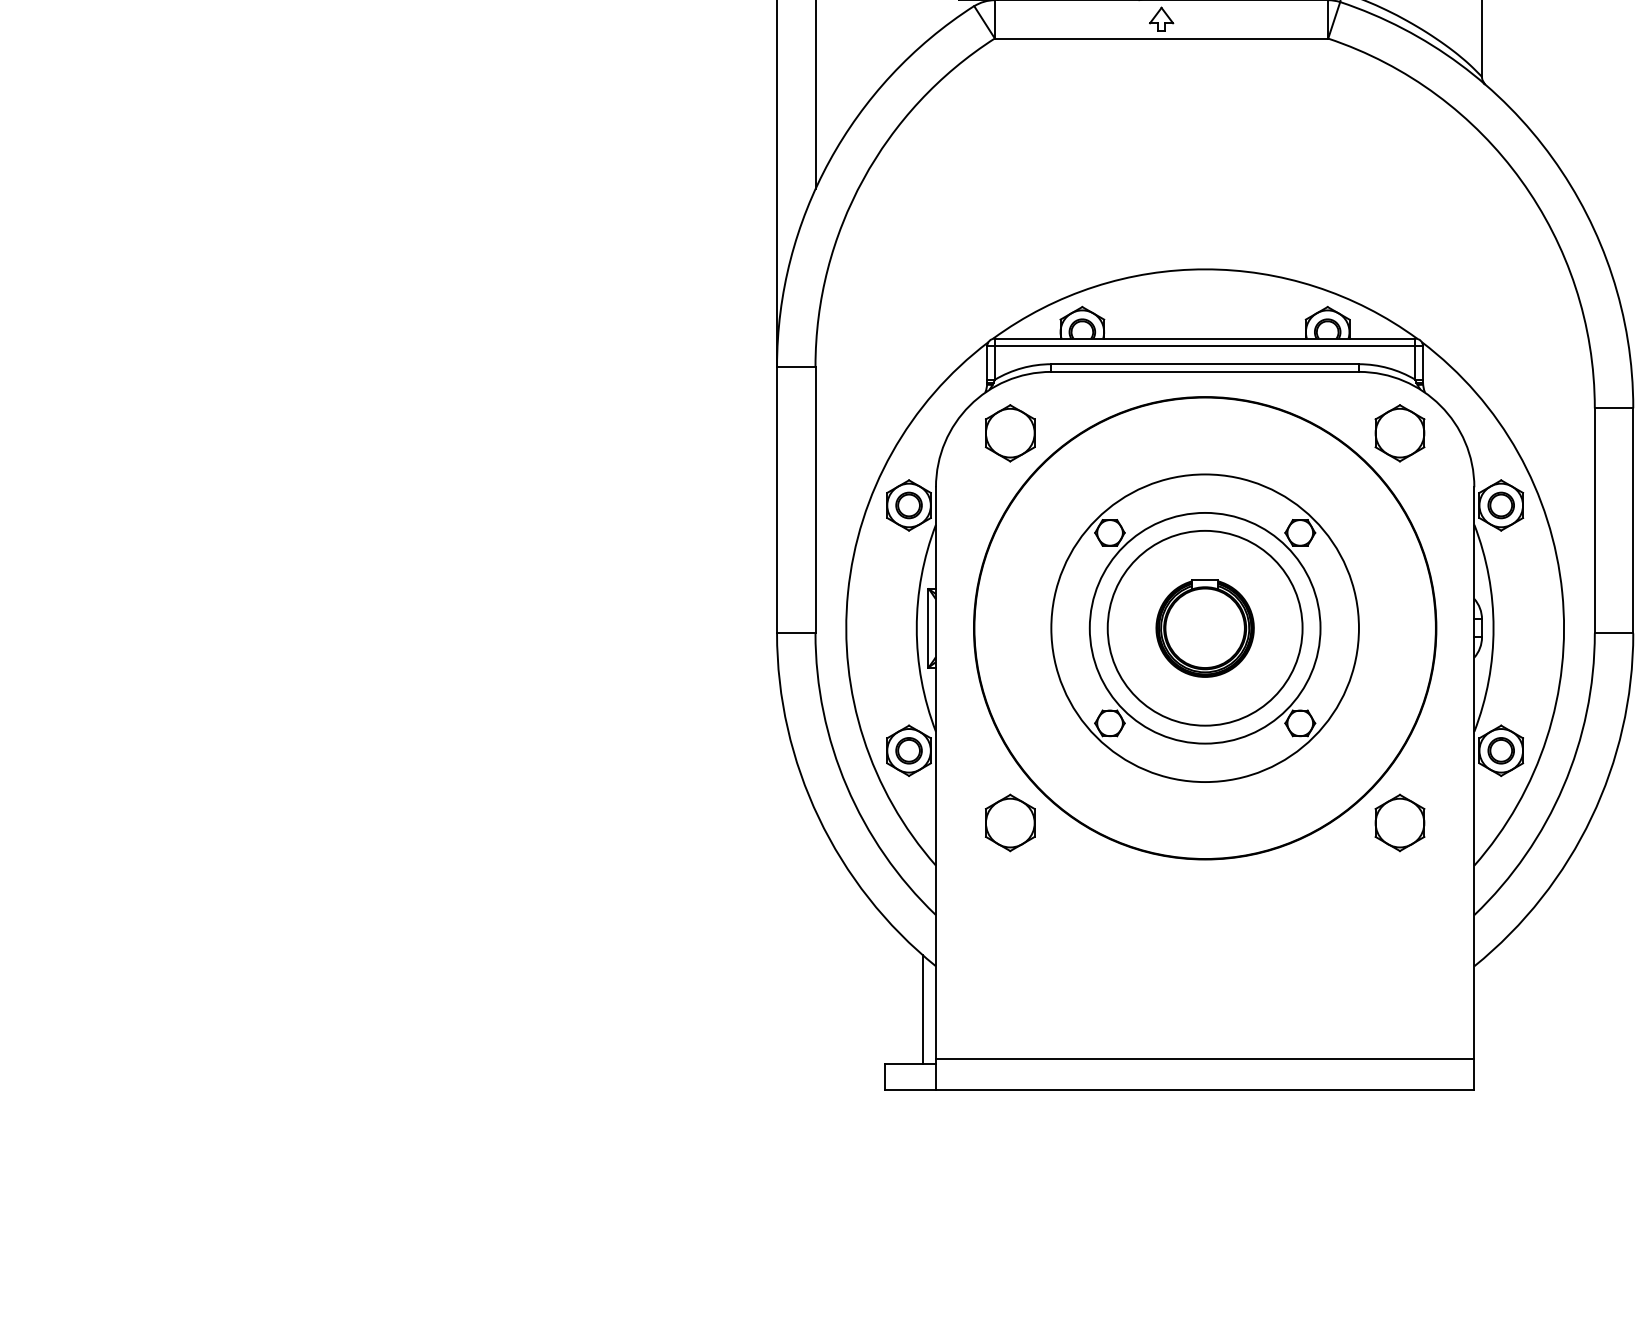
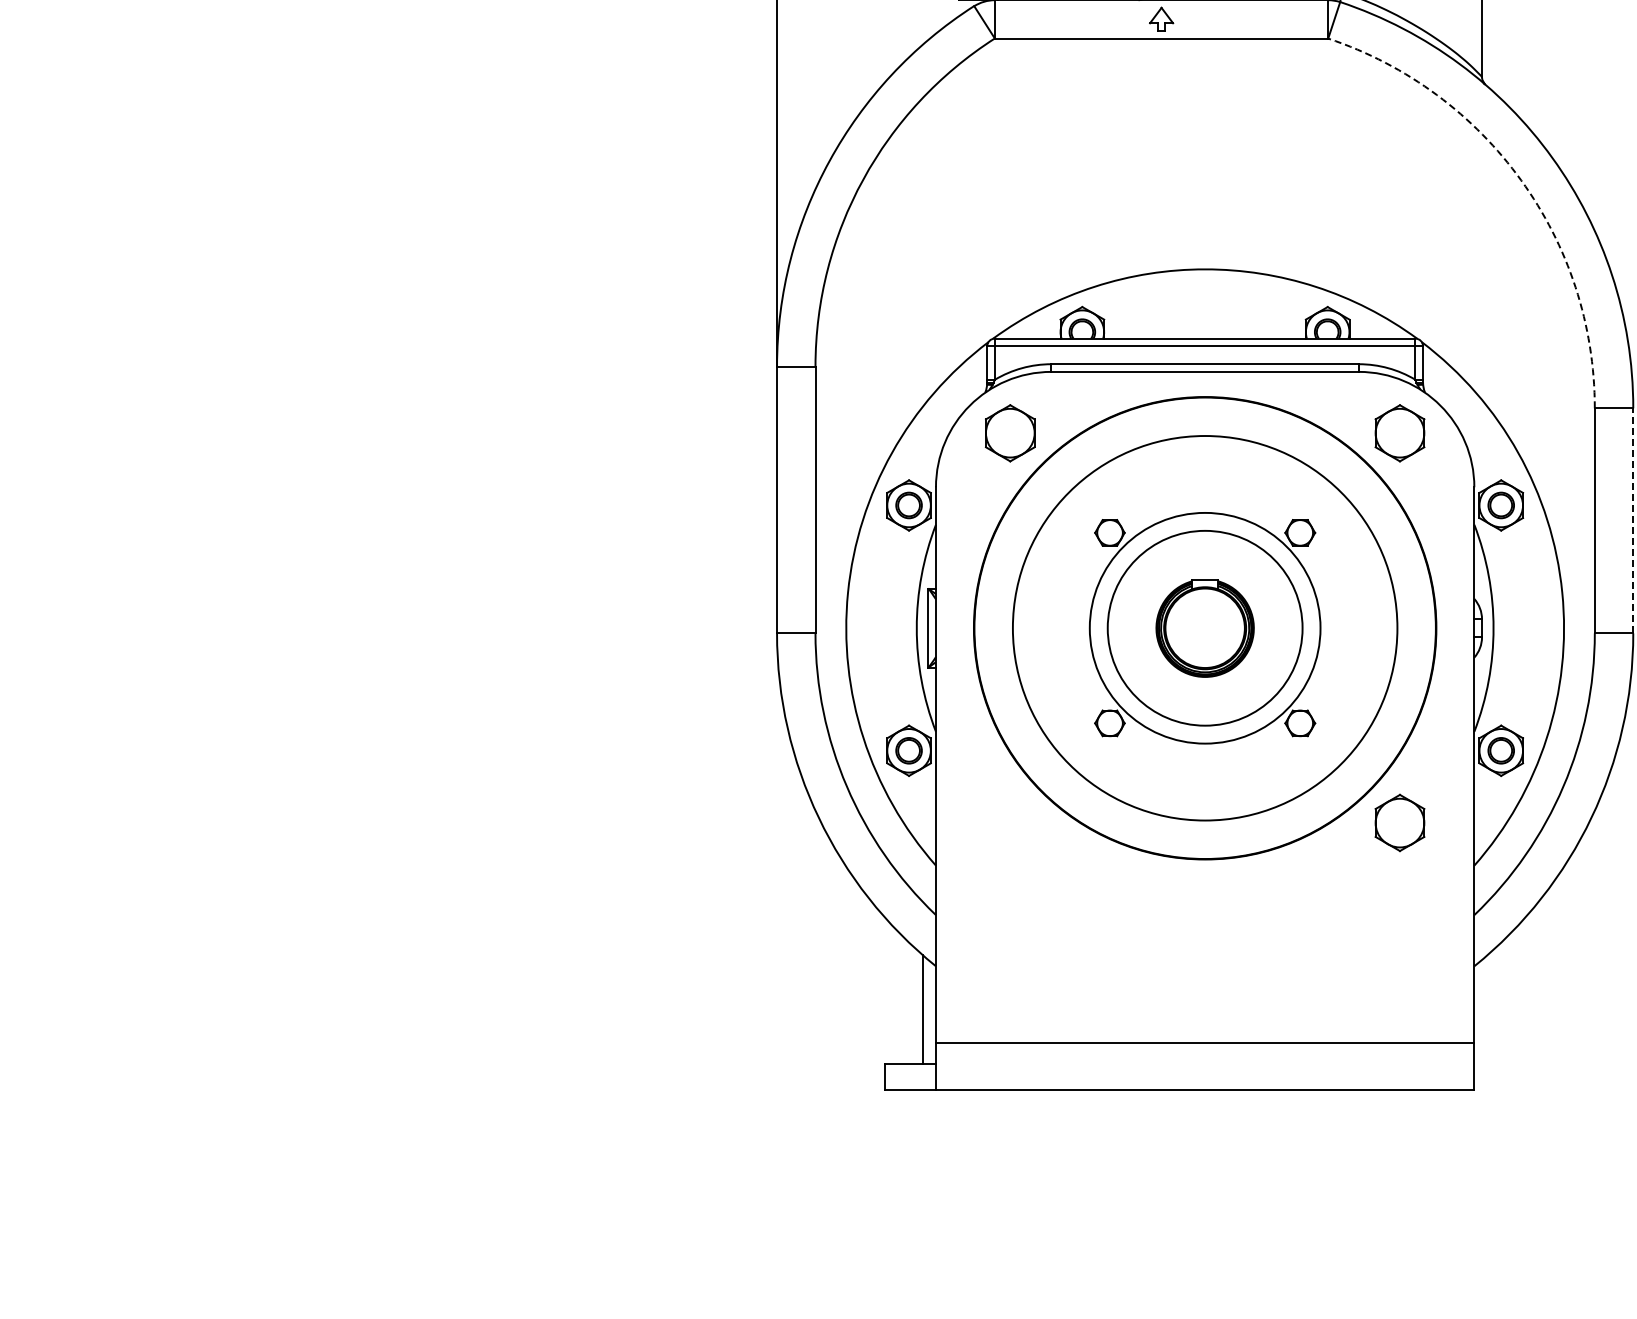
line at (815, 95): present -> none
arc at (1521, 180): solid -> dashed
line at (1633, 520): solid -> dashed
circle at (1204, 628) diameter: 308 px -> 385 px
part at (1010, 822): present -> none
line at (1204, 1058) position: (1204, 1058) -> (1204, 1042)
